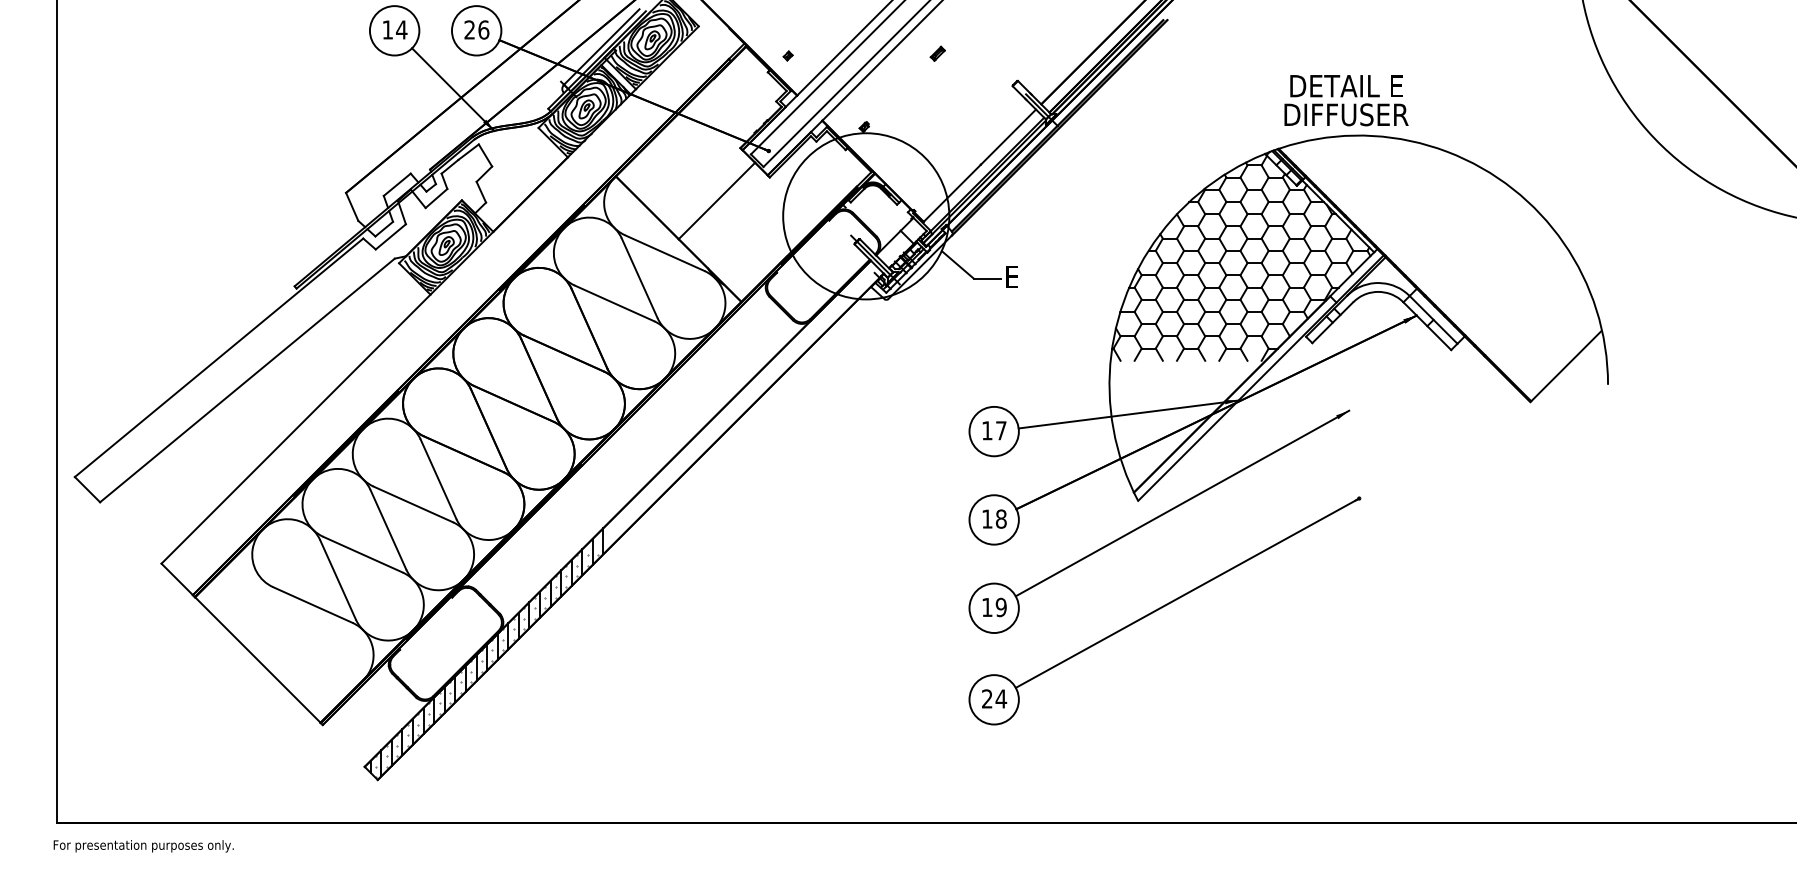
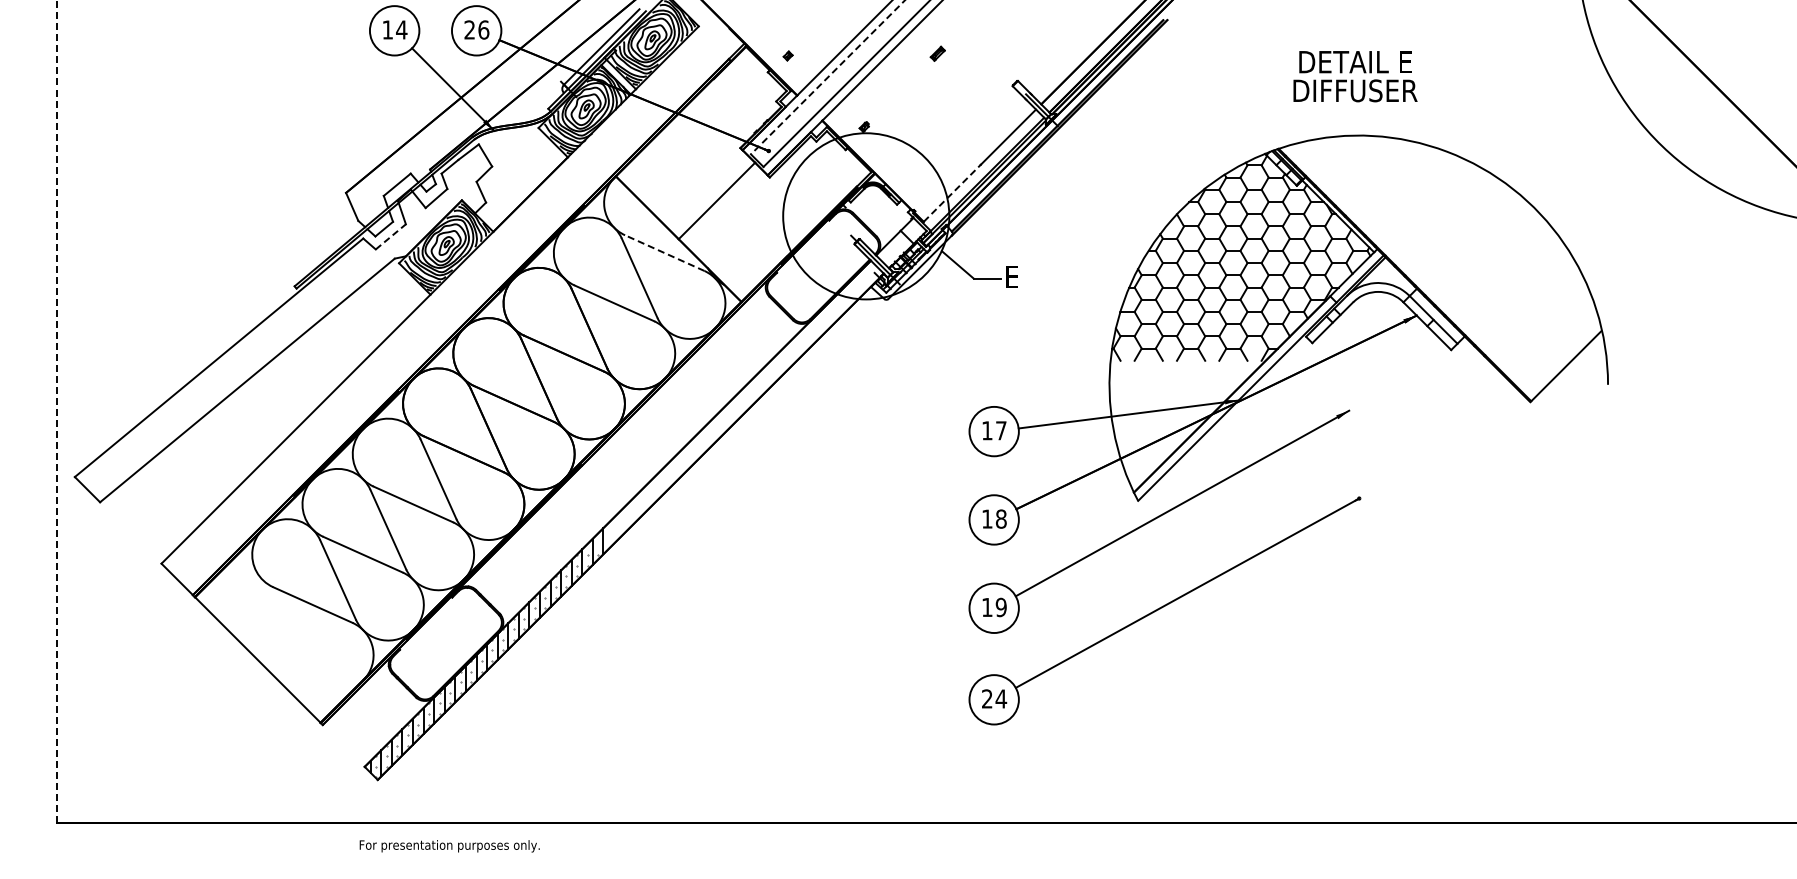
line at (828, 77): solid -> dashed
text at (1346, 100) position: (1346, 100) -> (1355, 76)
line at (952, 192): solid -> dashed
line at (390, 236): solid -> dashed
line at (664, 253): solid -> dashed
line at (56, 411): solid -> dashed
text at (143, 846) position: (143, 846) -> (449, 846)
